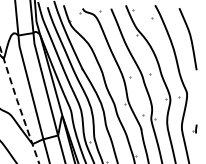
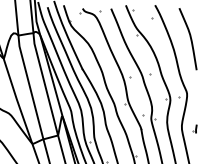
line at (18, 105): dashed -> solid
